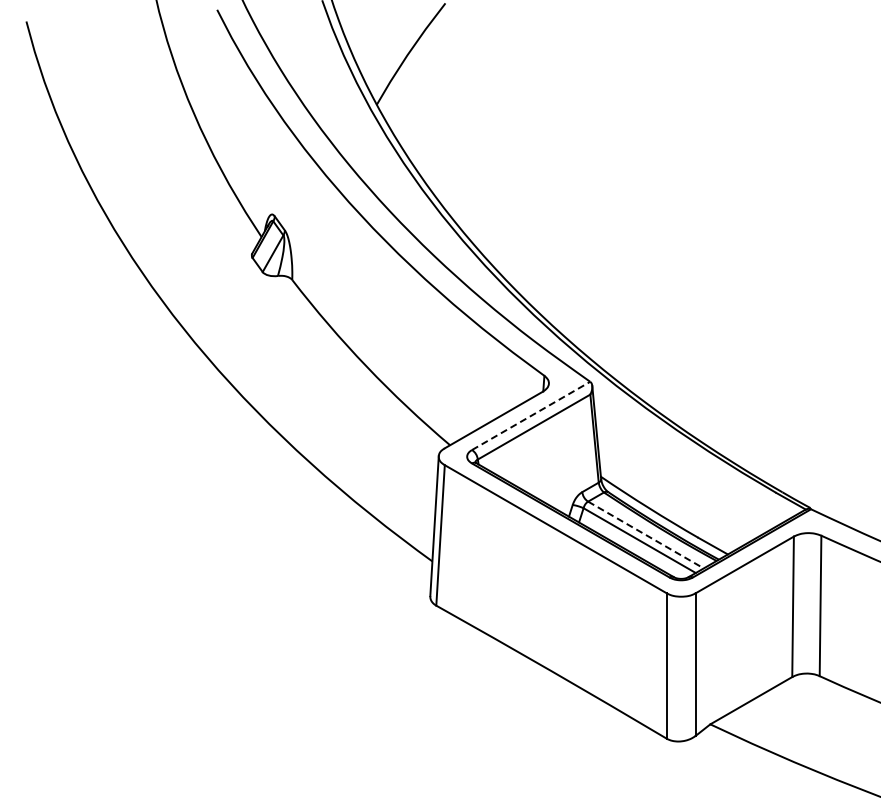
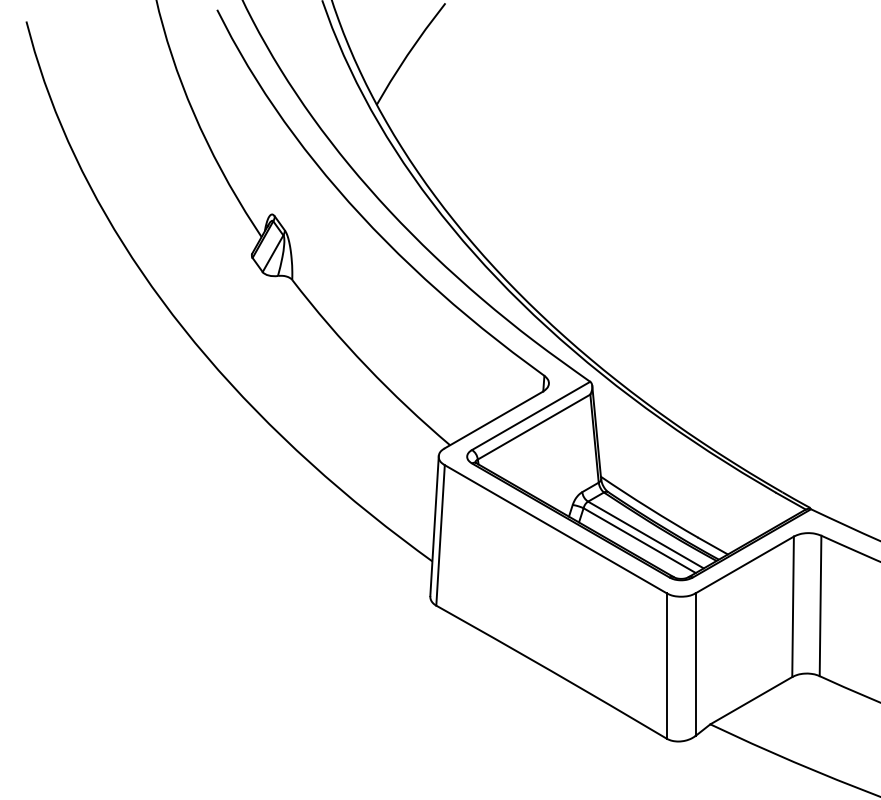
line at (531, 415): dashed -> solid
line at (645, 535): dashed -> solid
